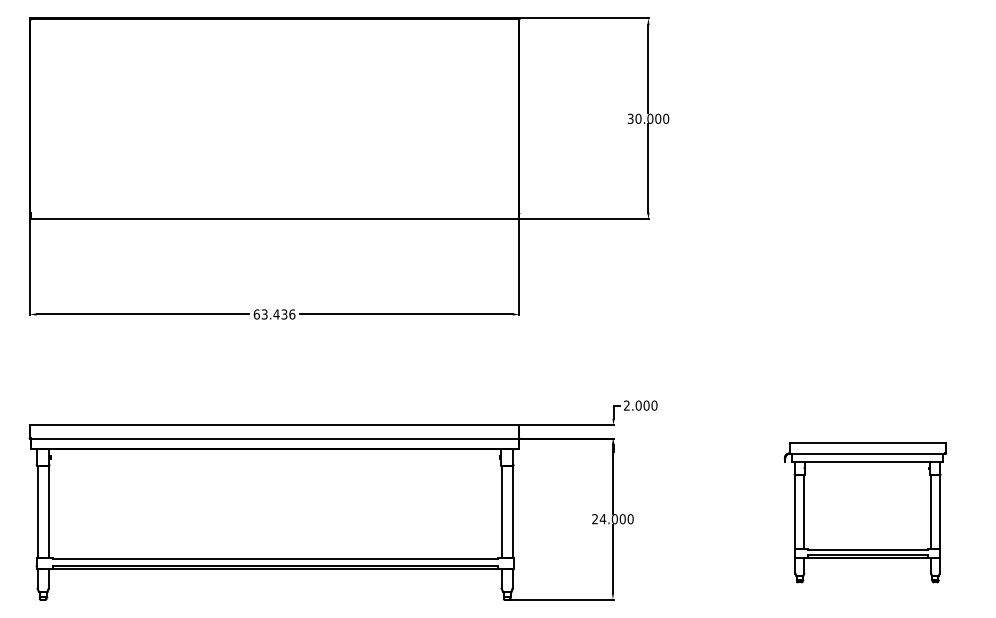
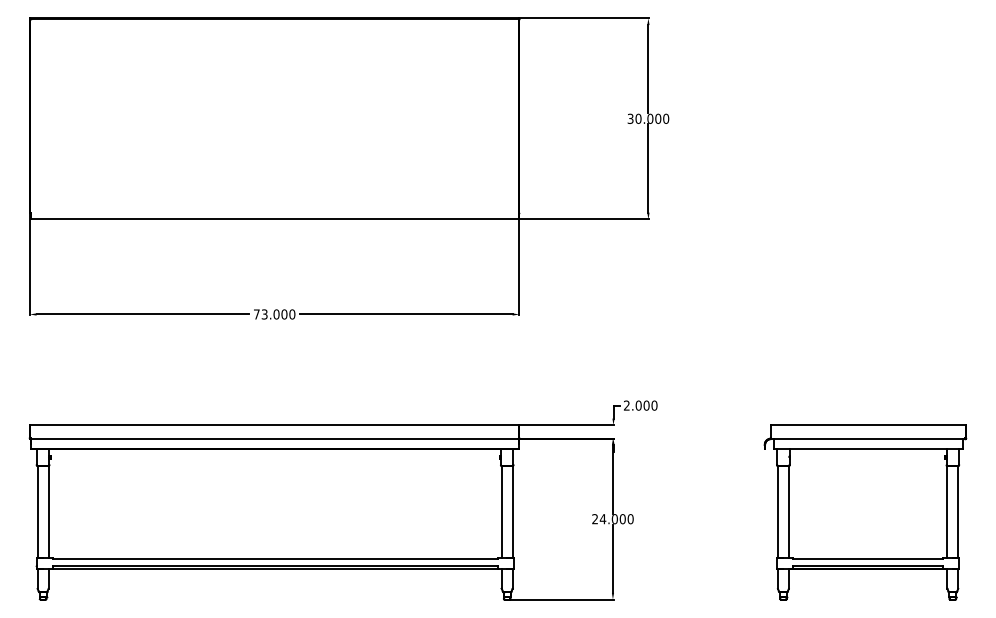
text at (274, 314): 63.436 -> 73.000
part at (865, 512) size: 165x142 px -> 205x177 px
